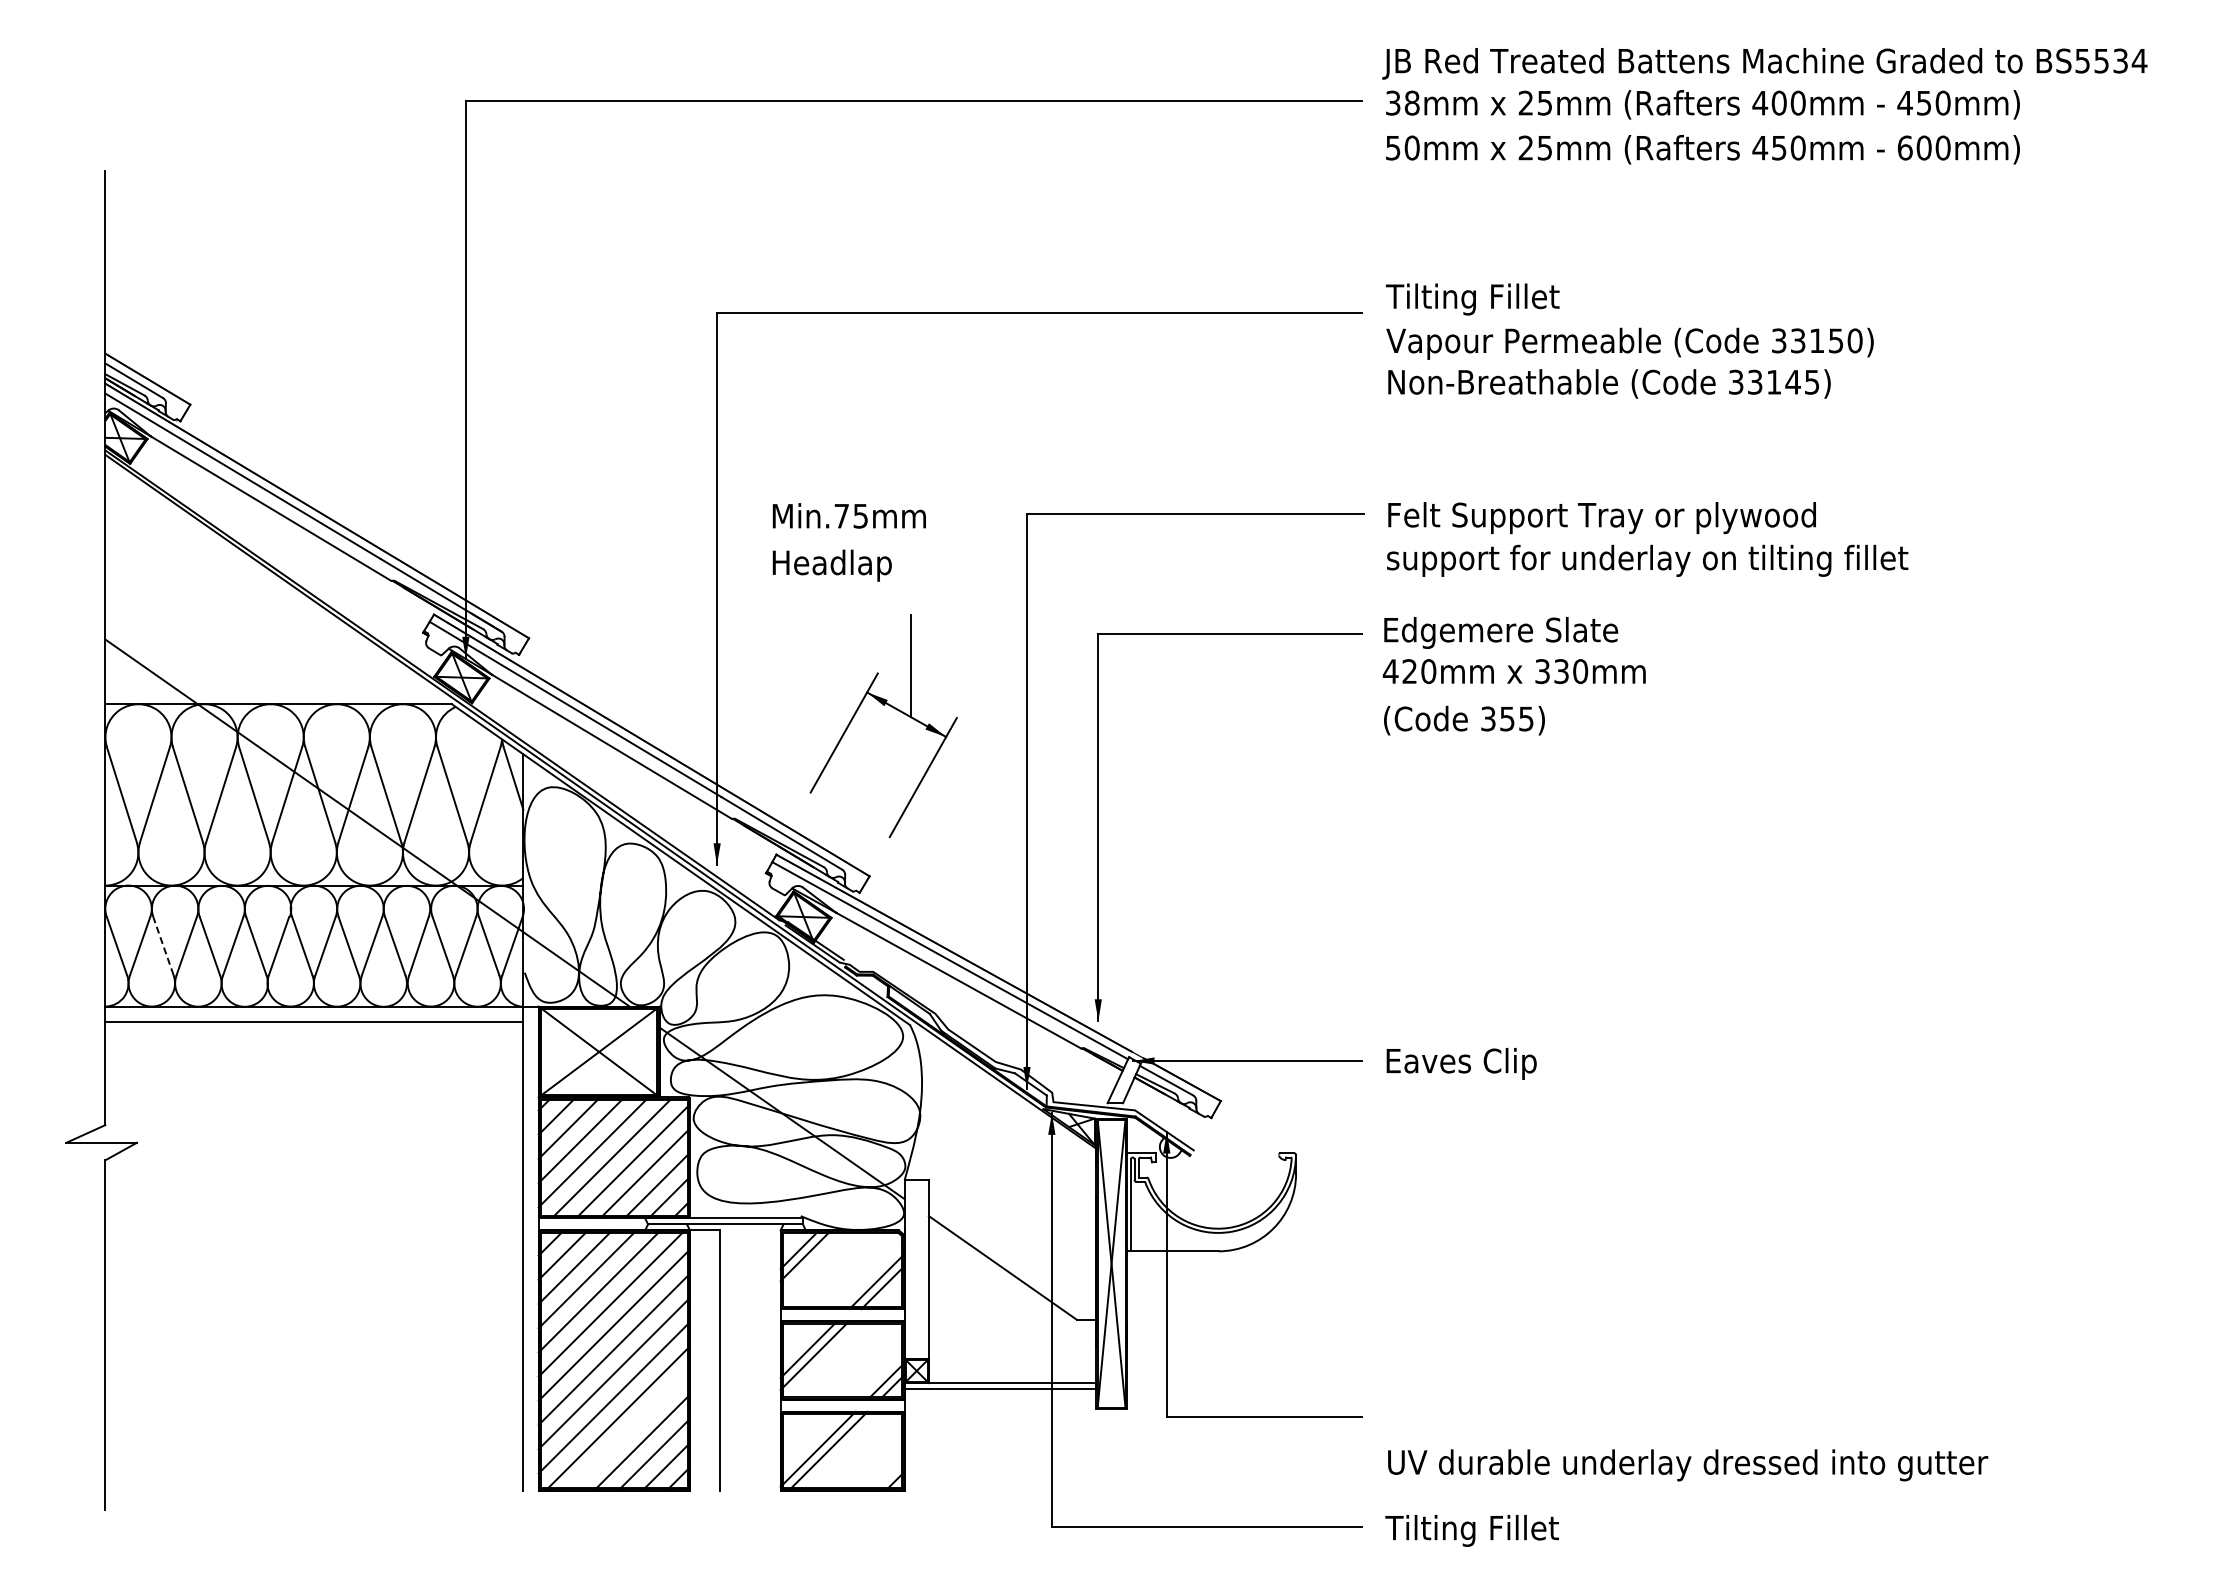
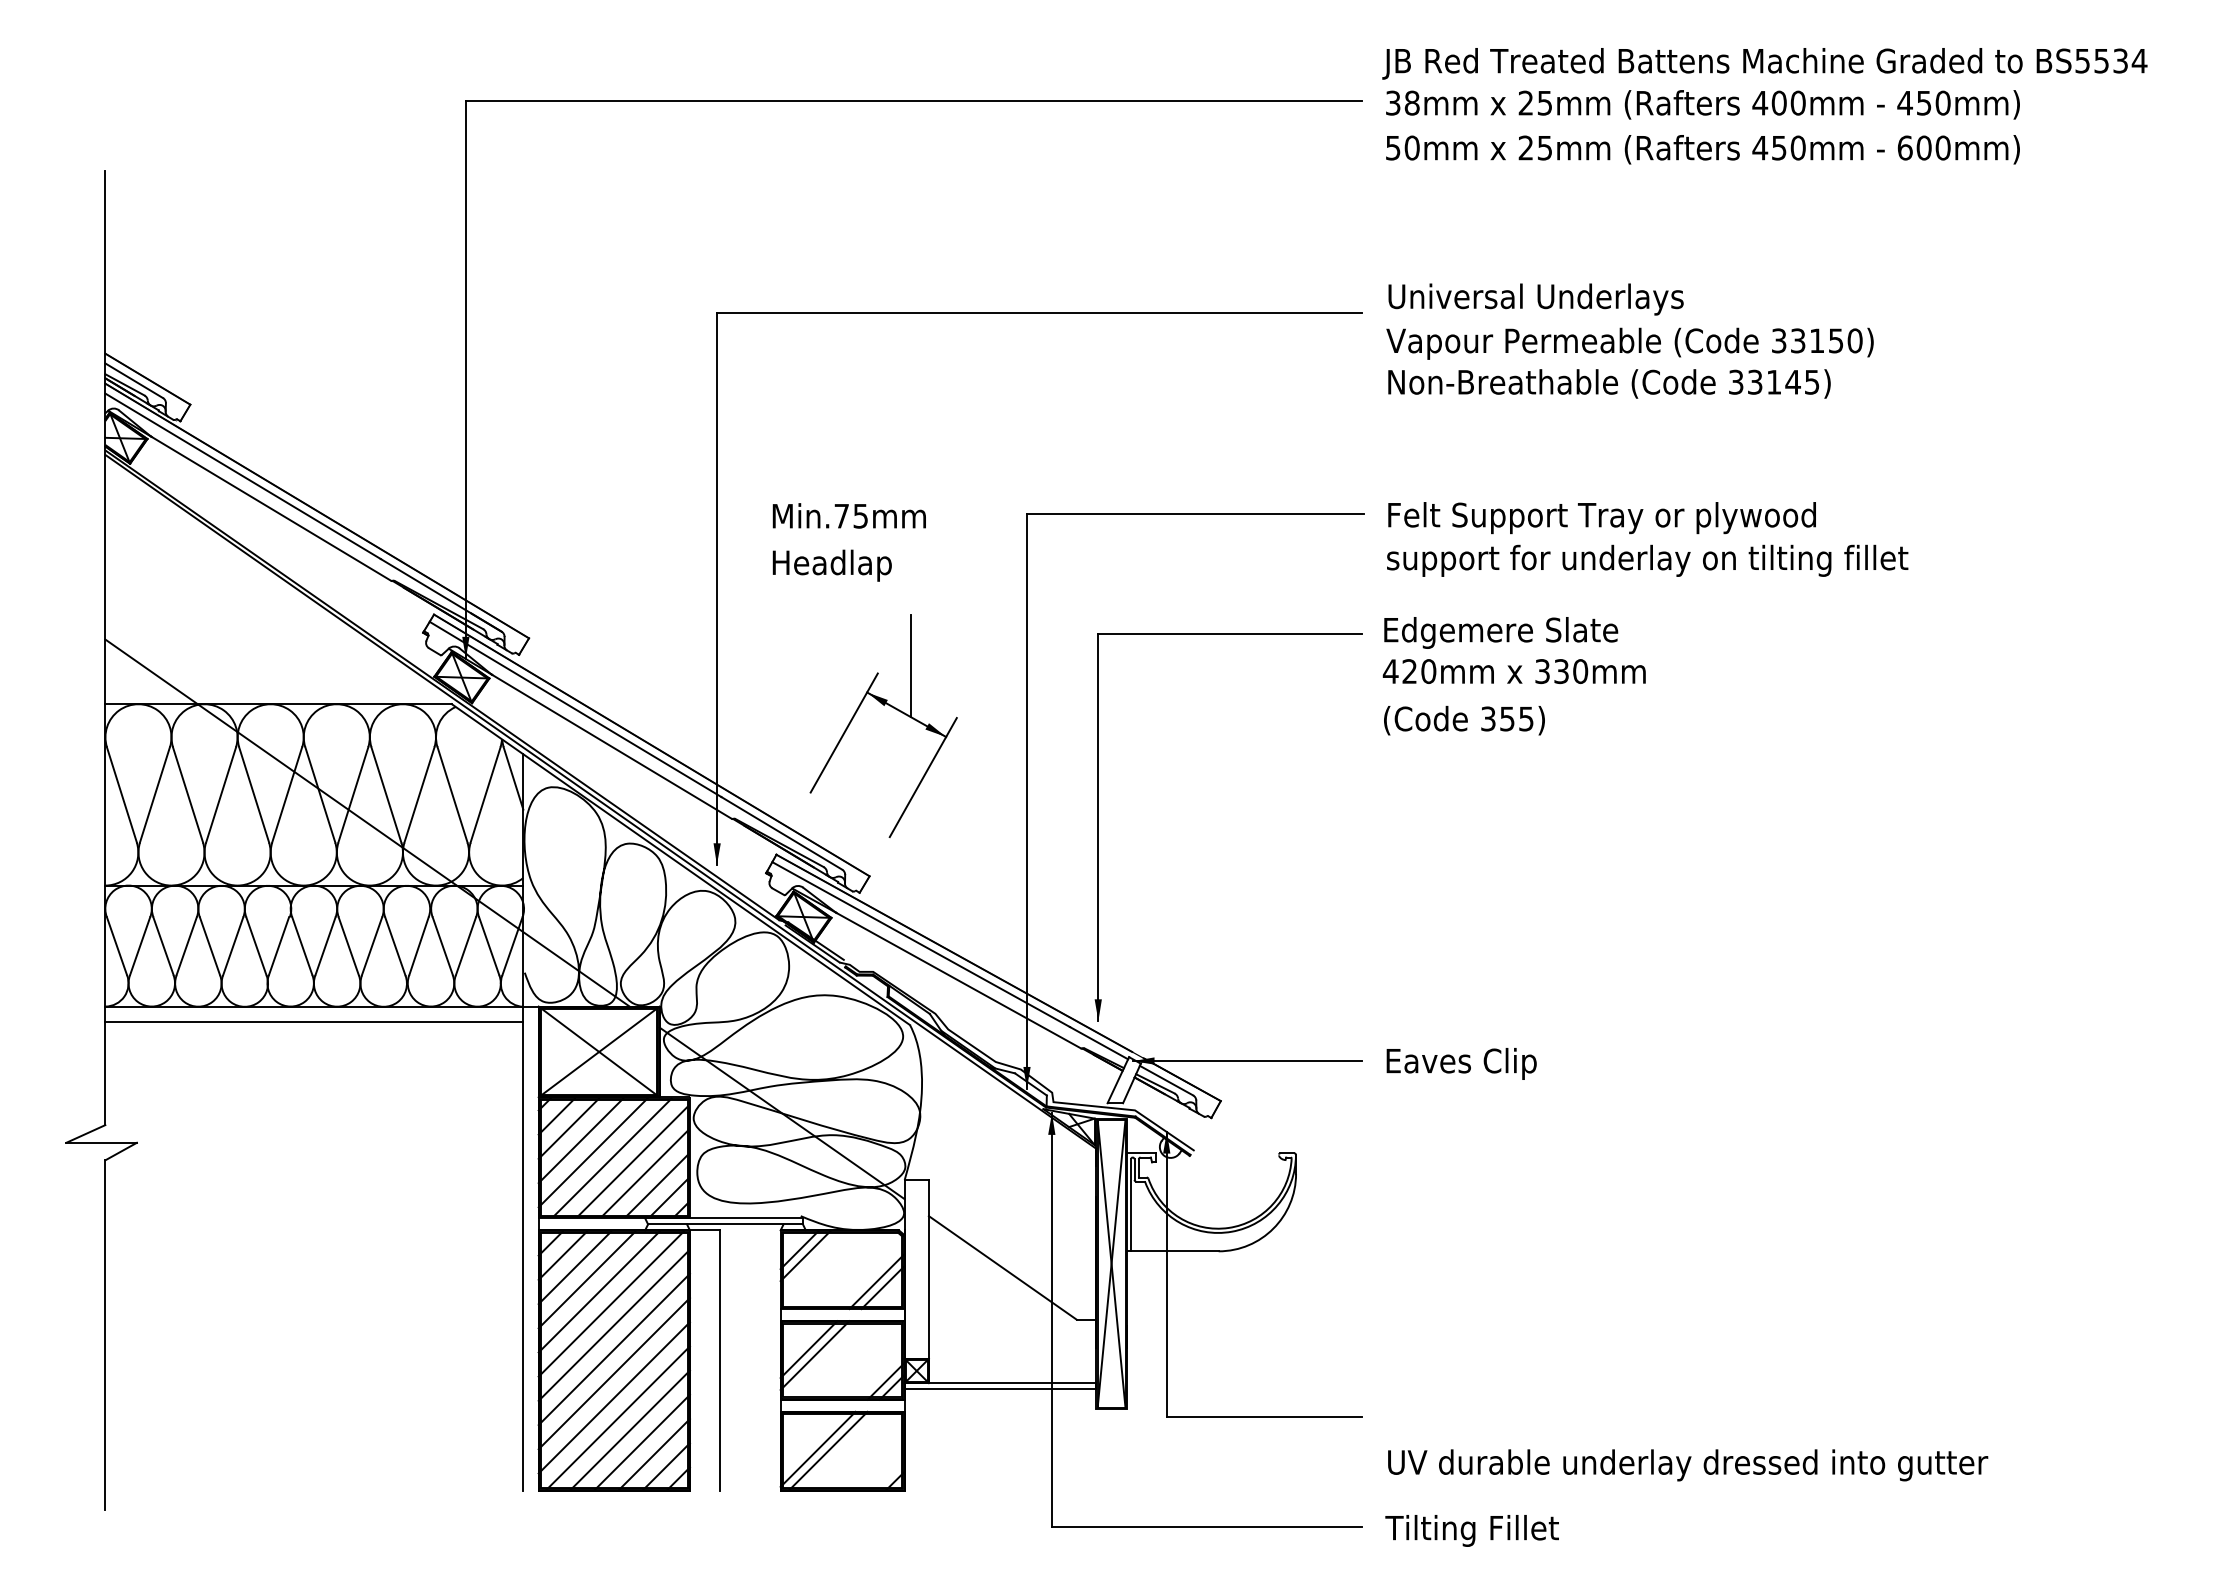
text at (1534, 299): Tilting Fillet -> Universal Underlays
line at (163, 946): dashed -> solid
line at (629, 1430): none -> present
